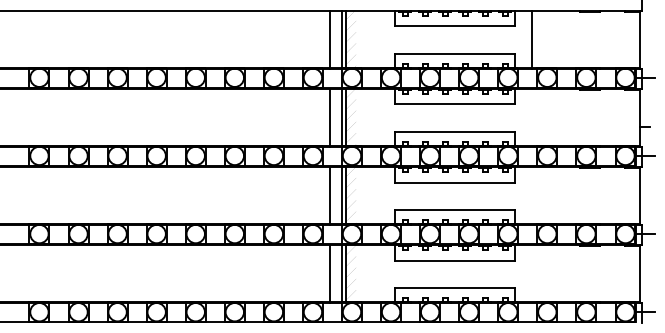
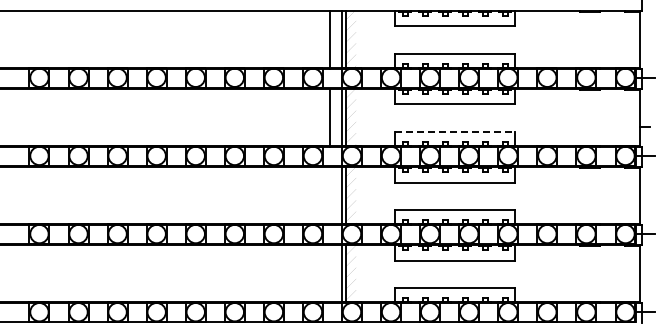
line at (531, 39): present -> none
line at (455, 131): solid -> dashed
line at (330, 196): present -> none
line at (330, 274): present -> none
